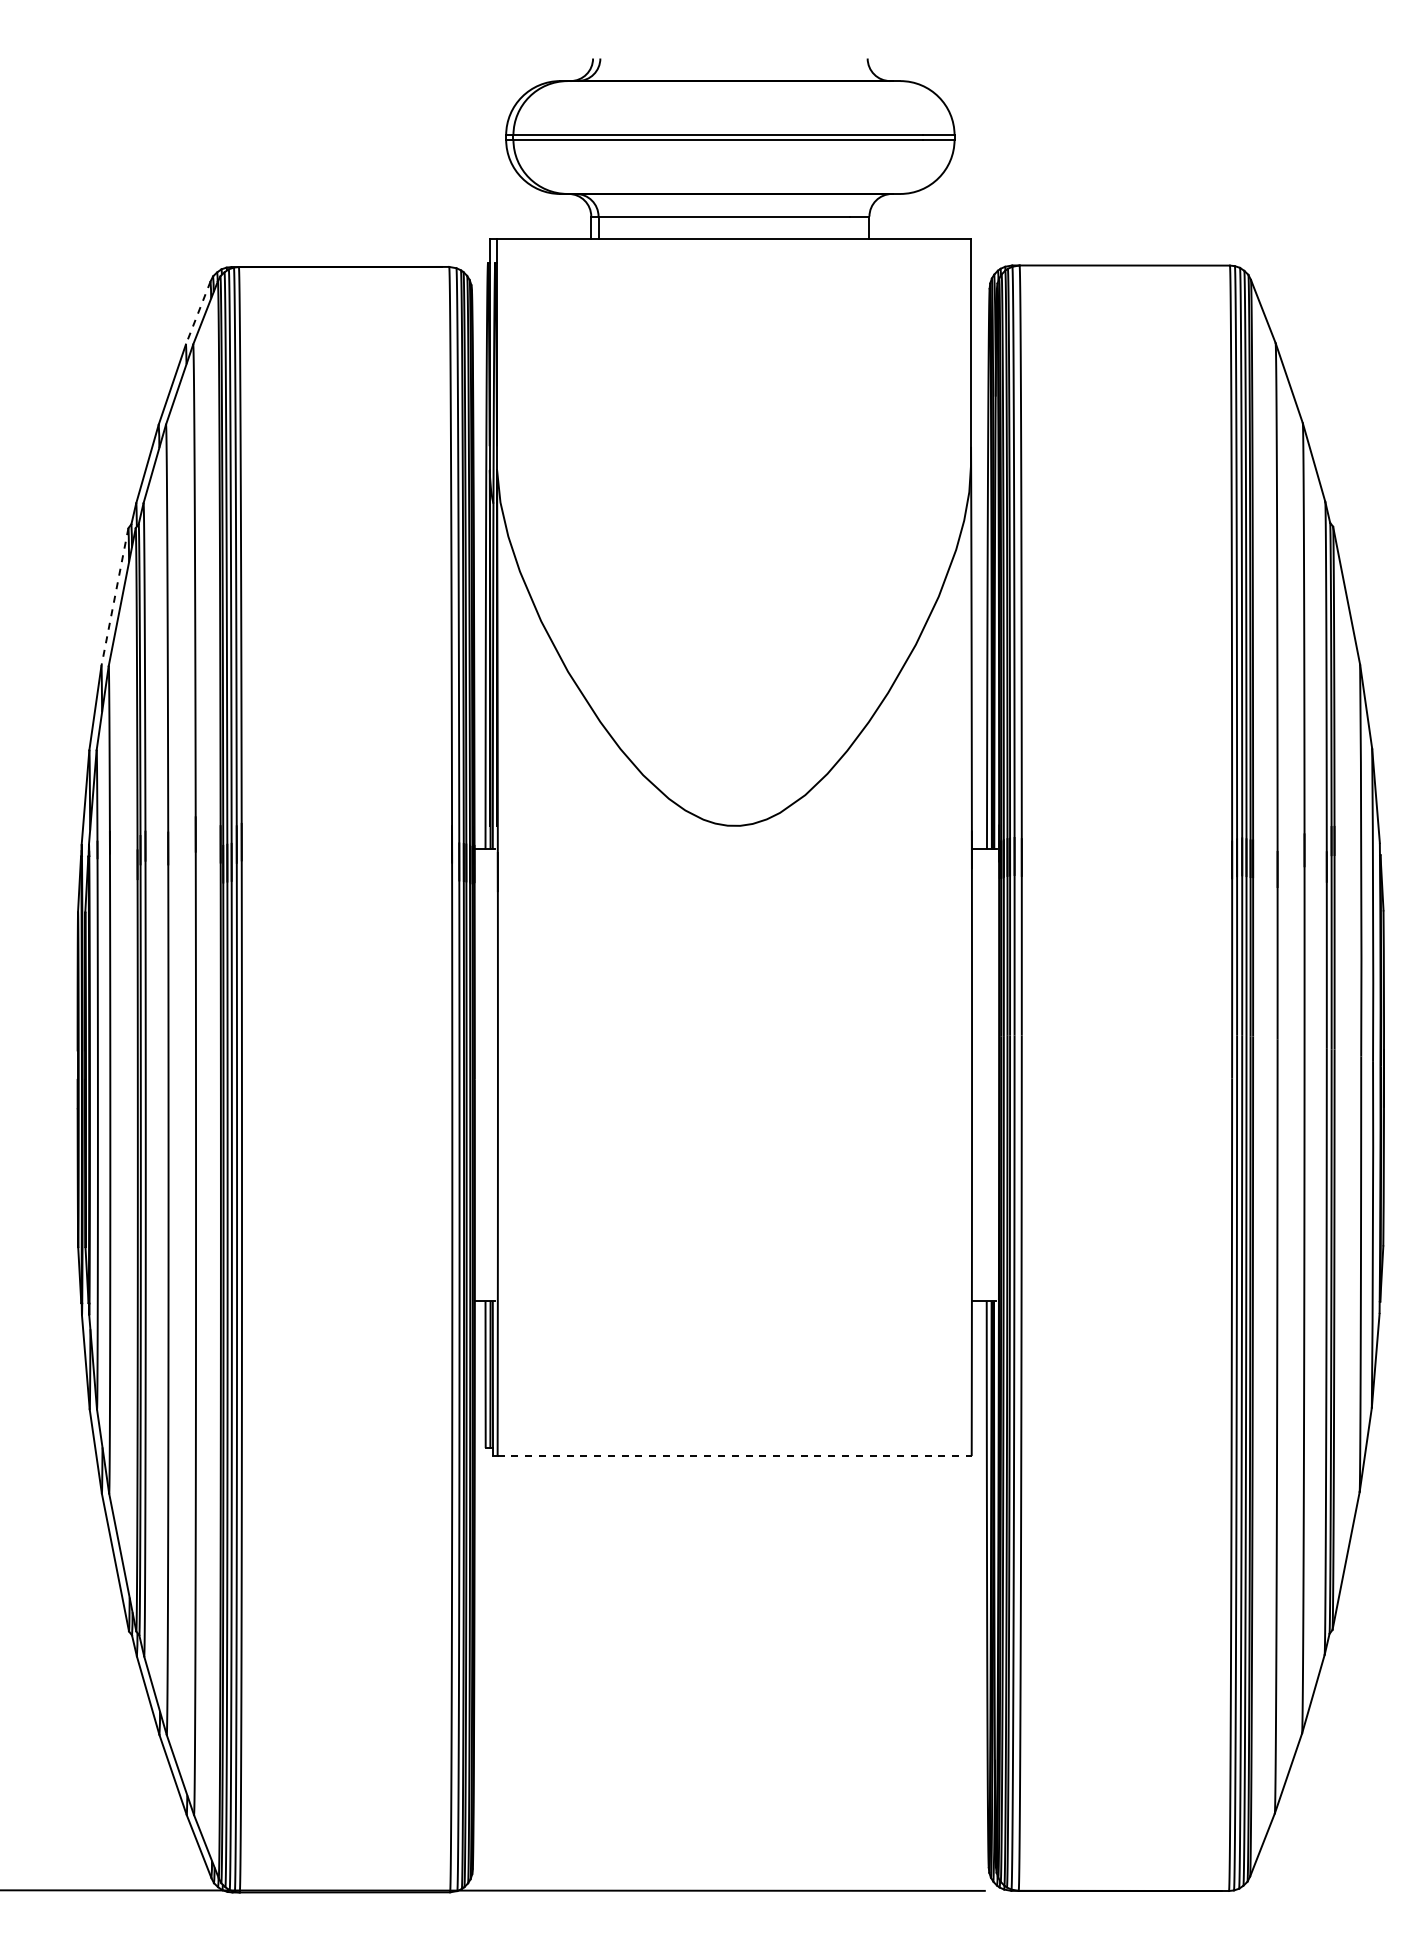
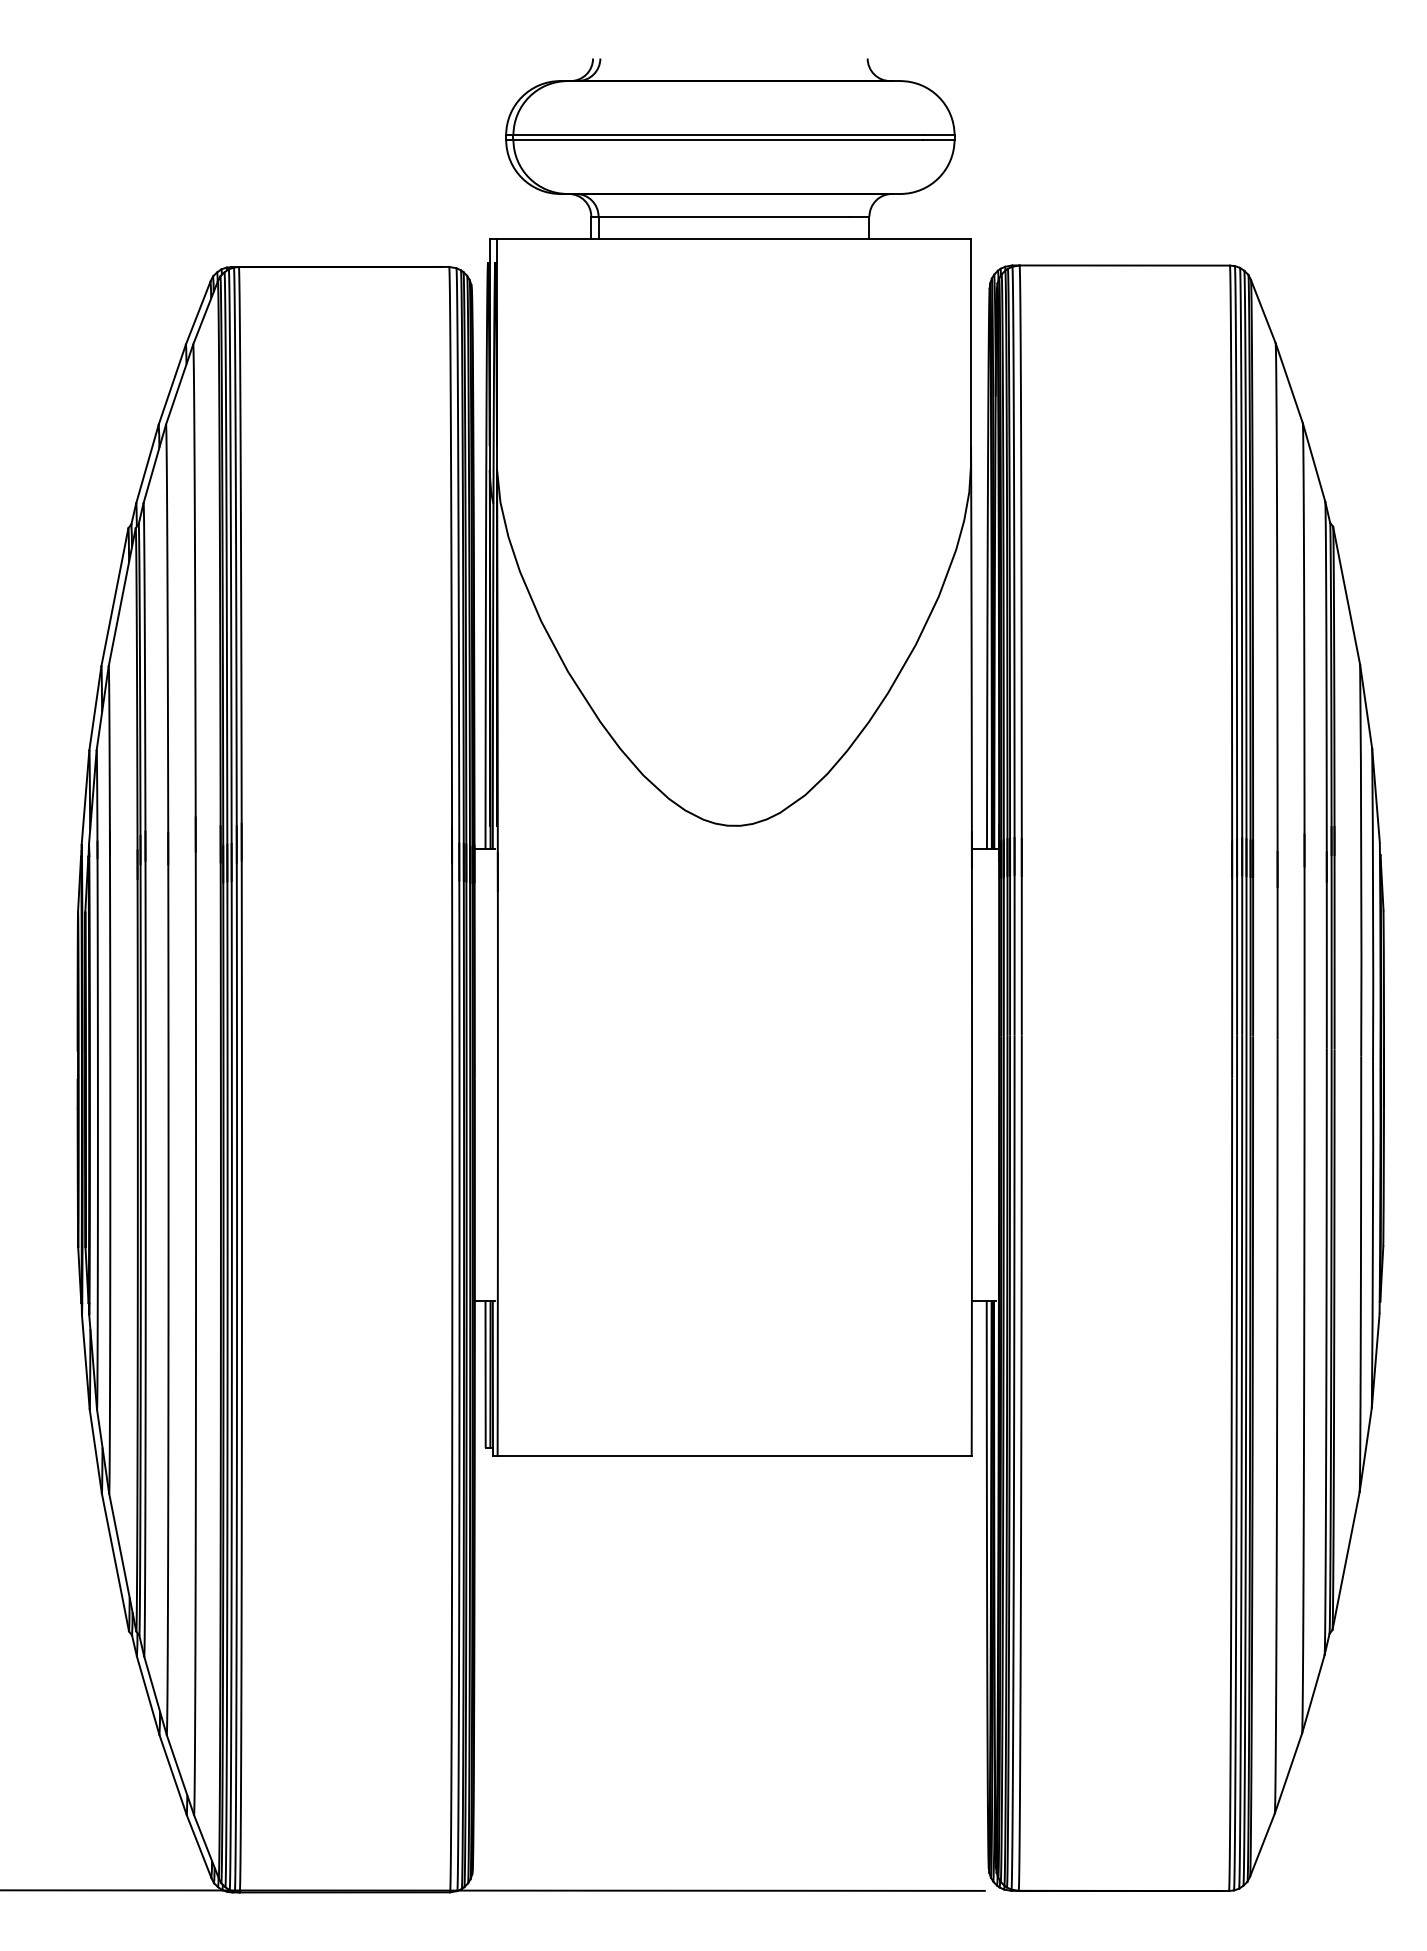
line at (198, 313): dashed -> solid
line at (114, 597): dashed -> solid
line at (735, 1456): dashed -> solid
